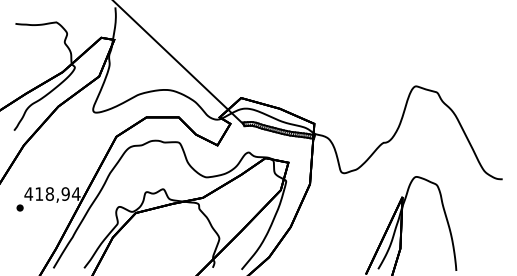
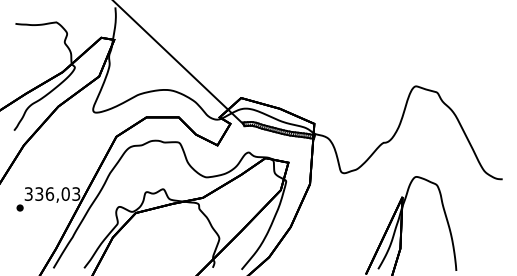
text at (52, 193): 418,94 -> 336,03
